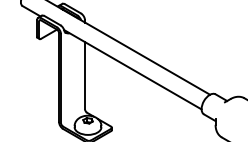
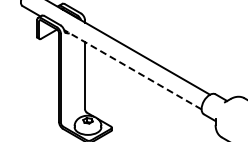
line at (132, 69): solid -> dashed
